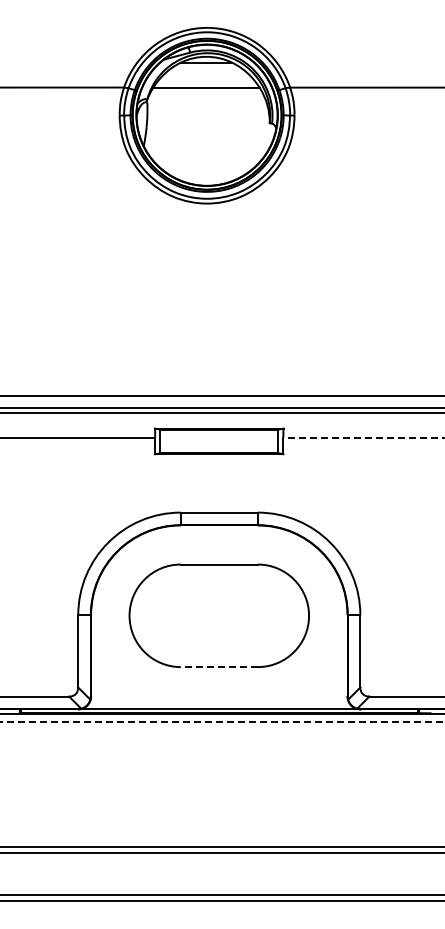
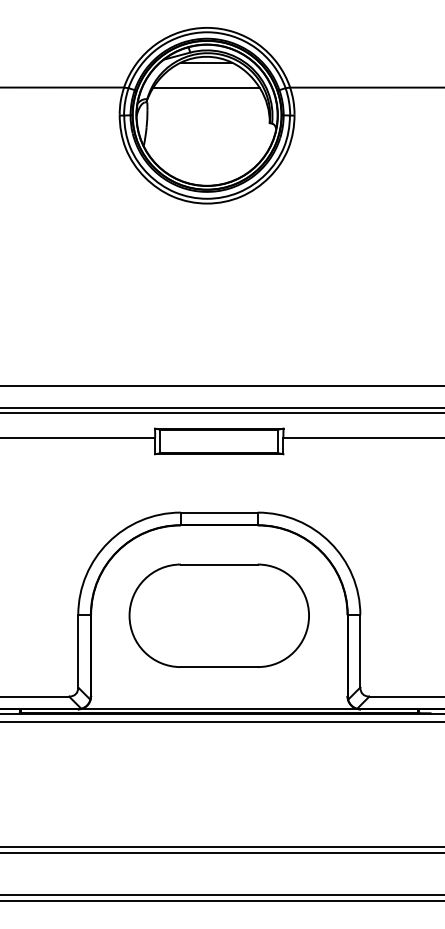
line at (221, 395) position: (221, 395) -> (221, 385)
line at (363, 437): dashed -> solid
line at (218, 667): dashed -> solid
line at (222, 721): dashed -> solid
